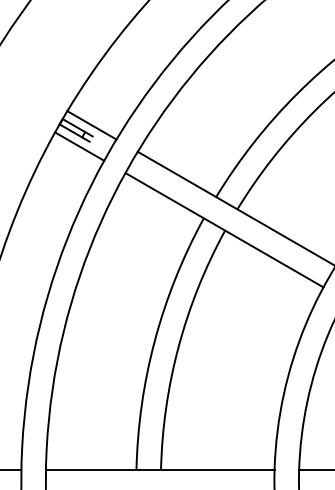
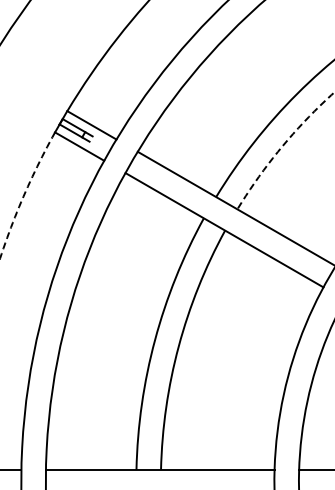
arc at (281, 147): solid -> dashed
arc at (24, 194): solid -> dashed
